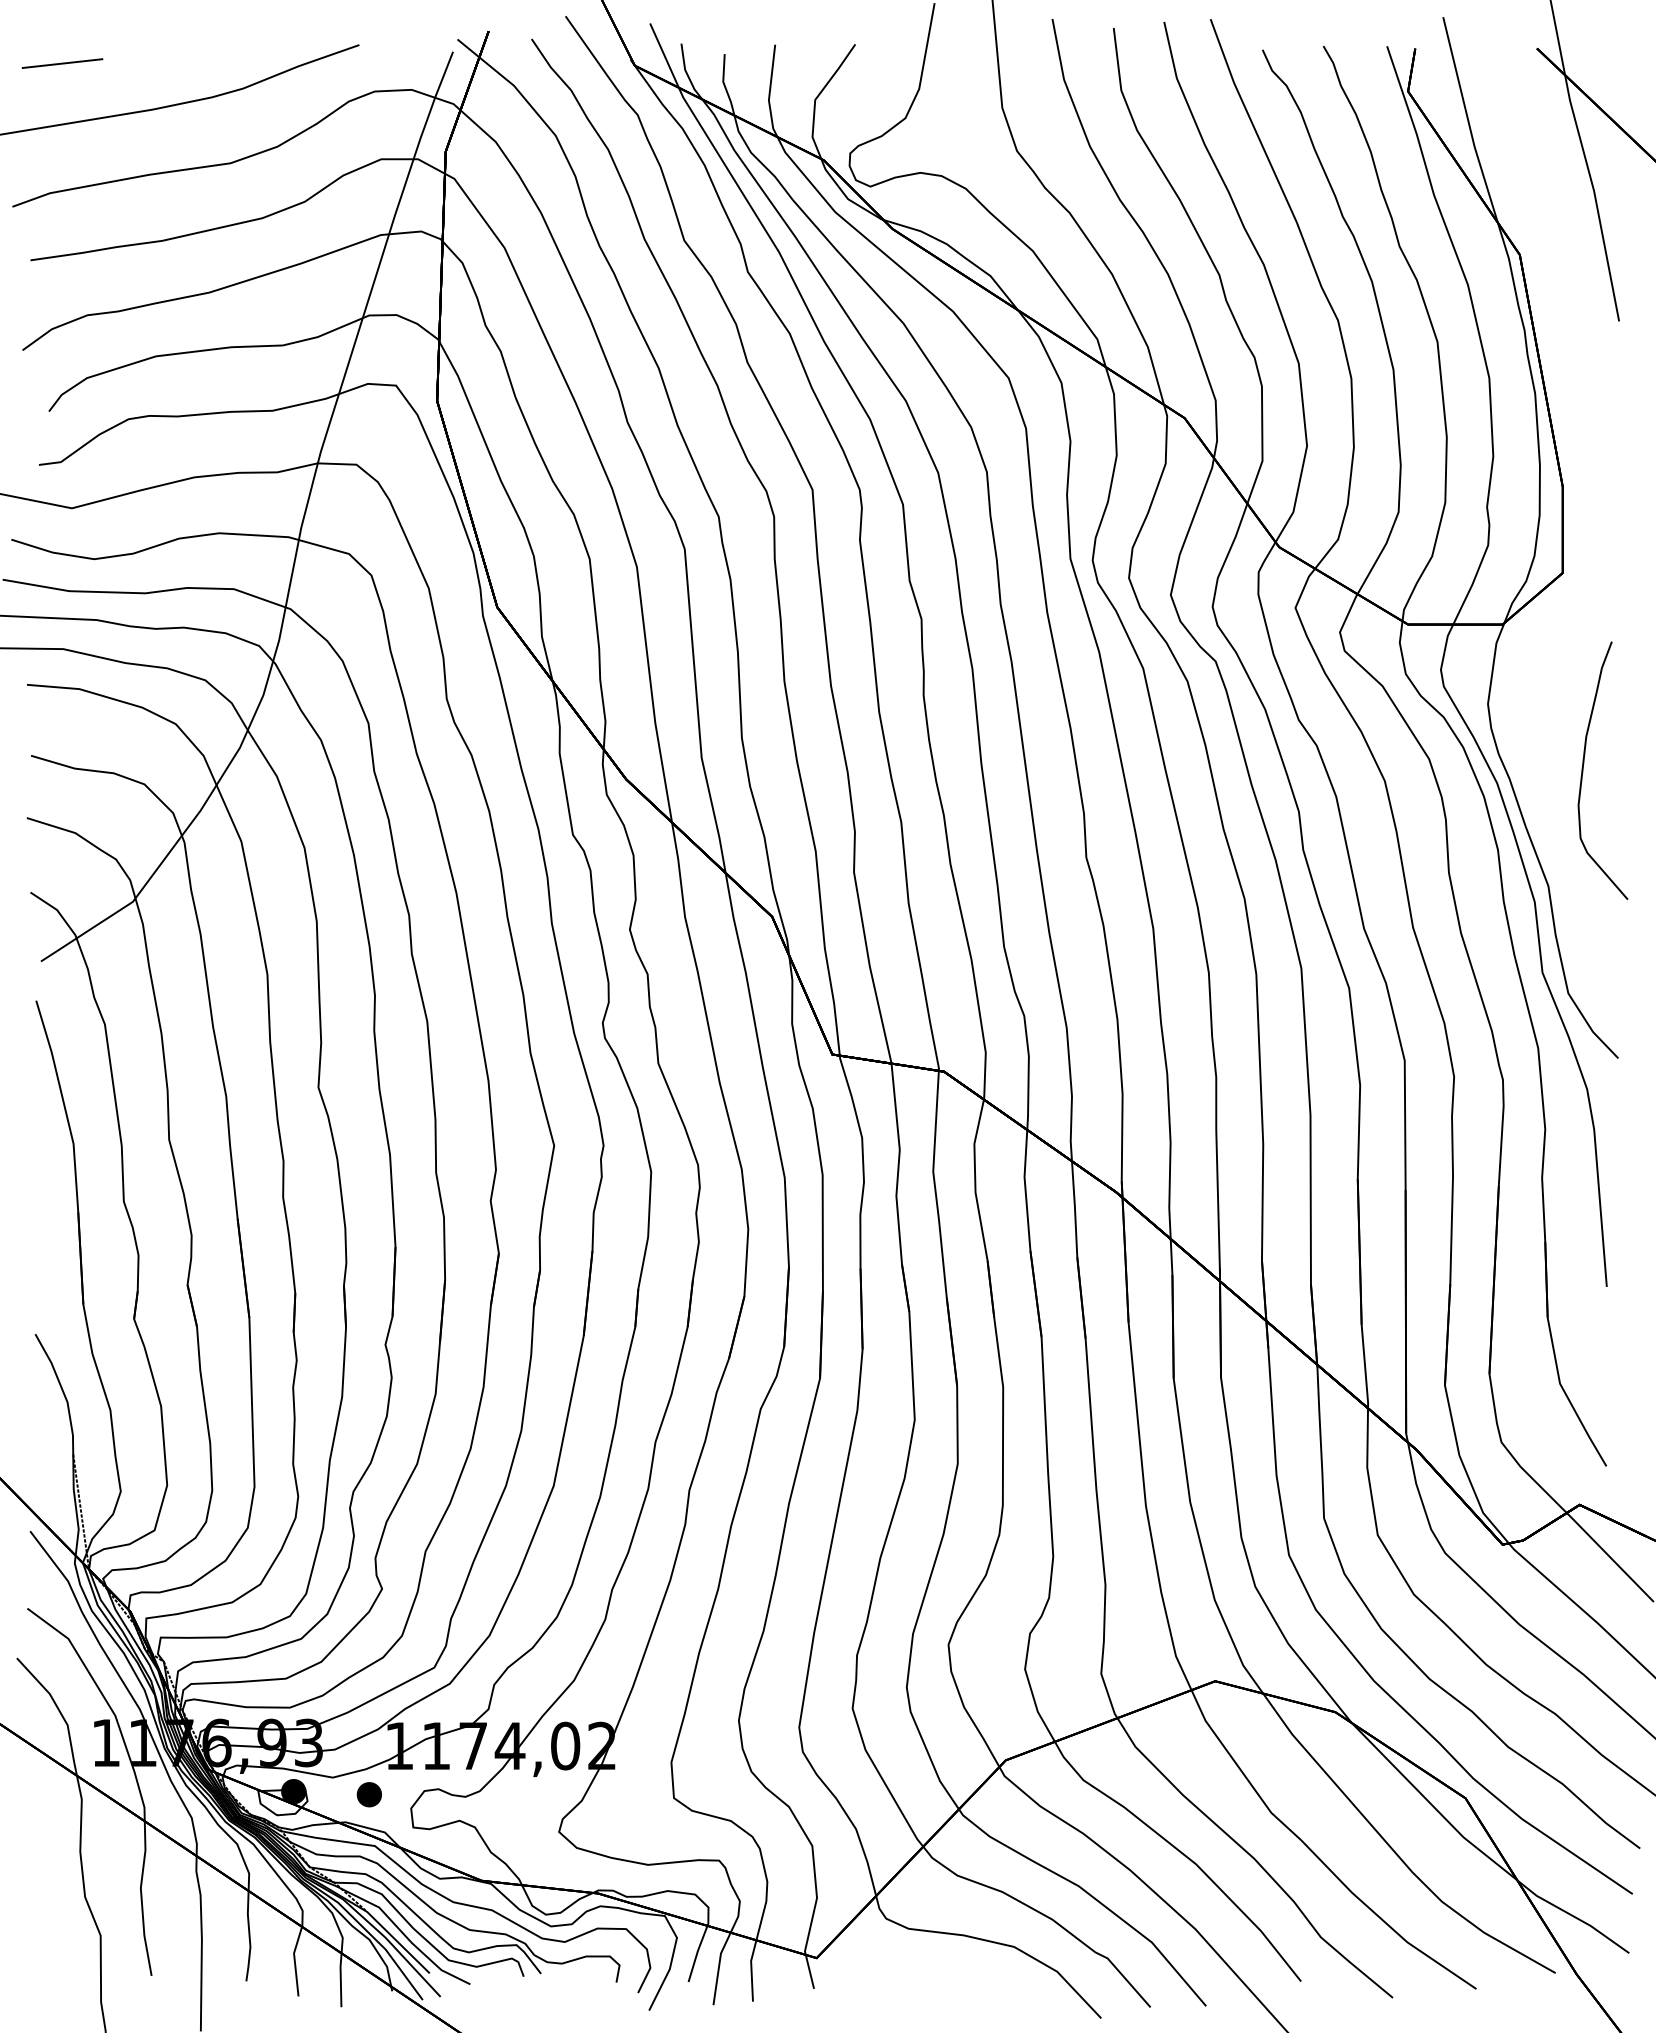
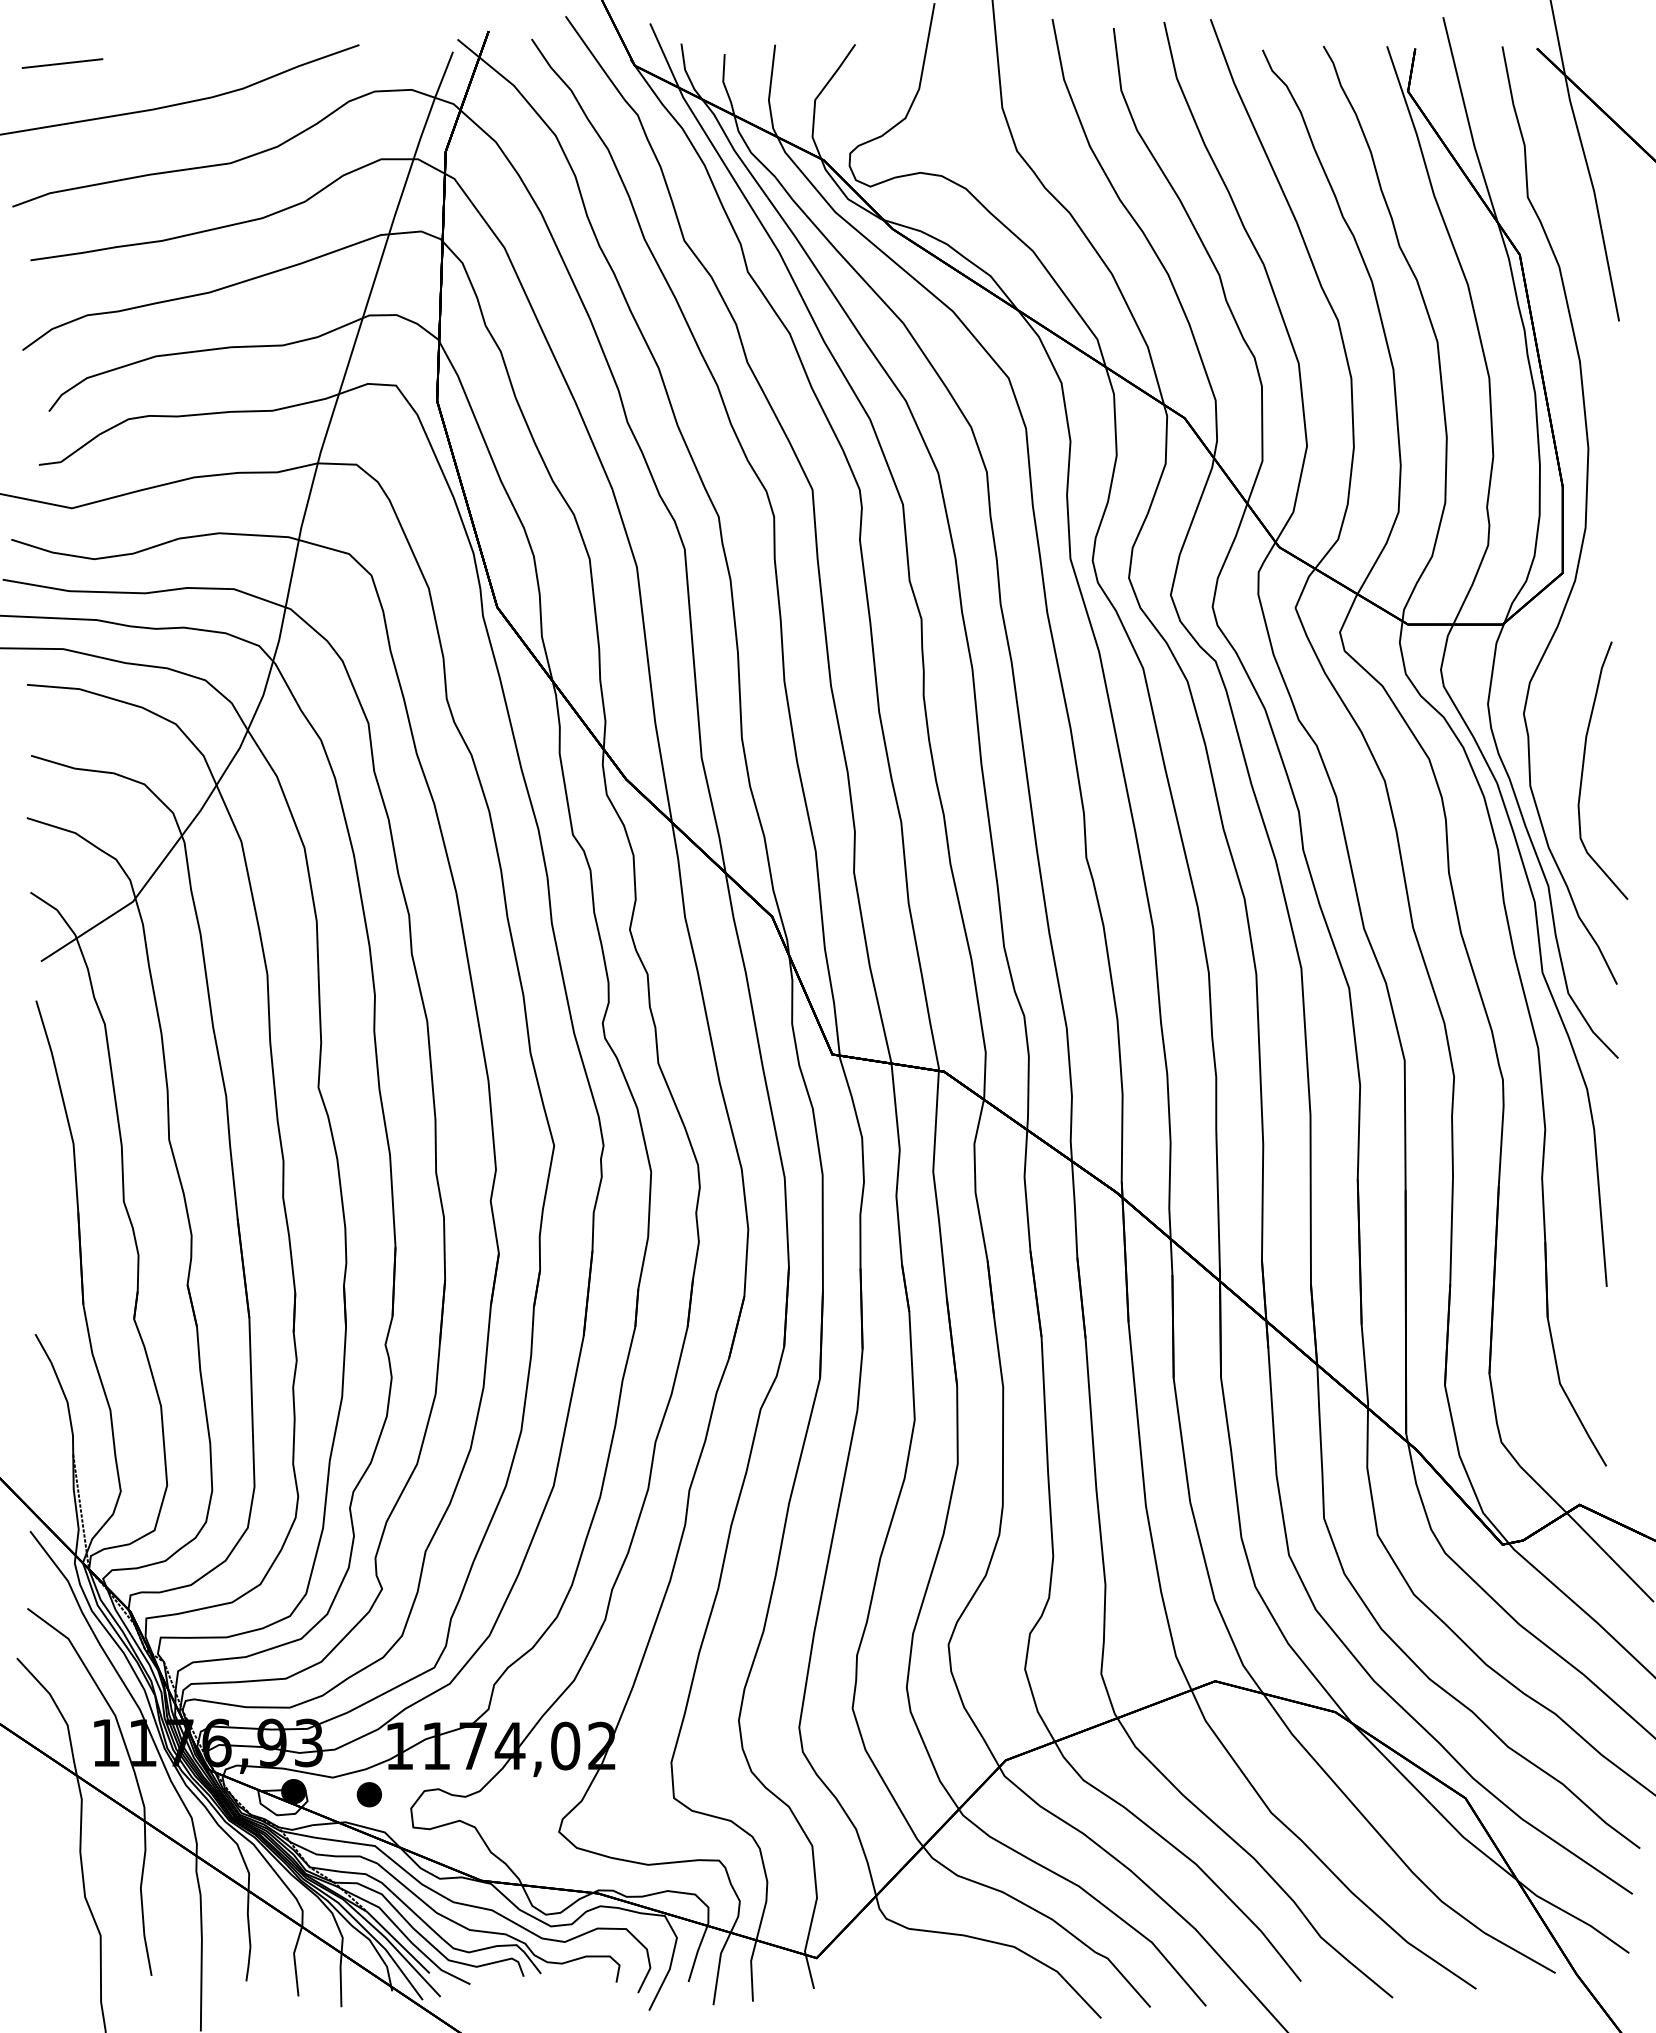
part at (1584, 522): none -> present
